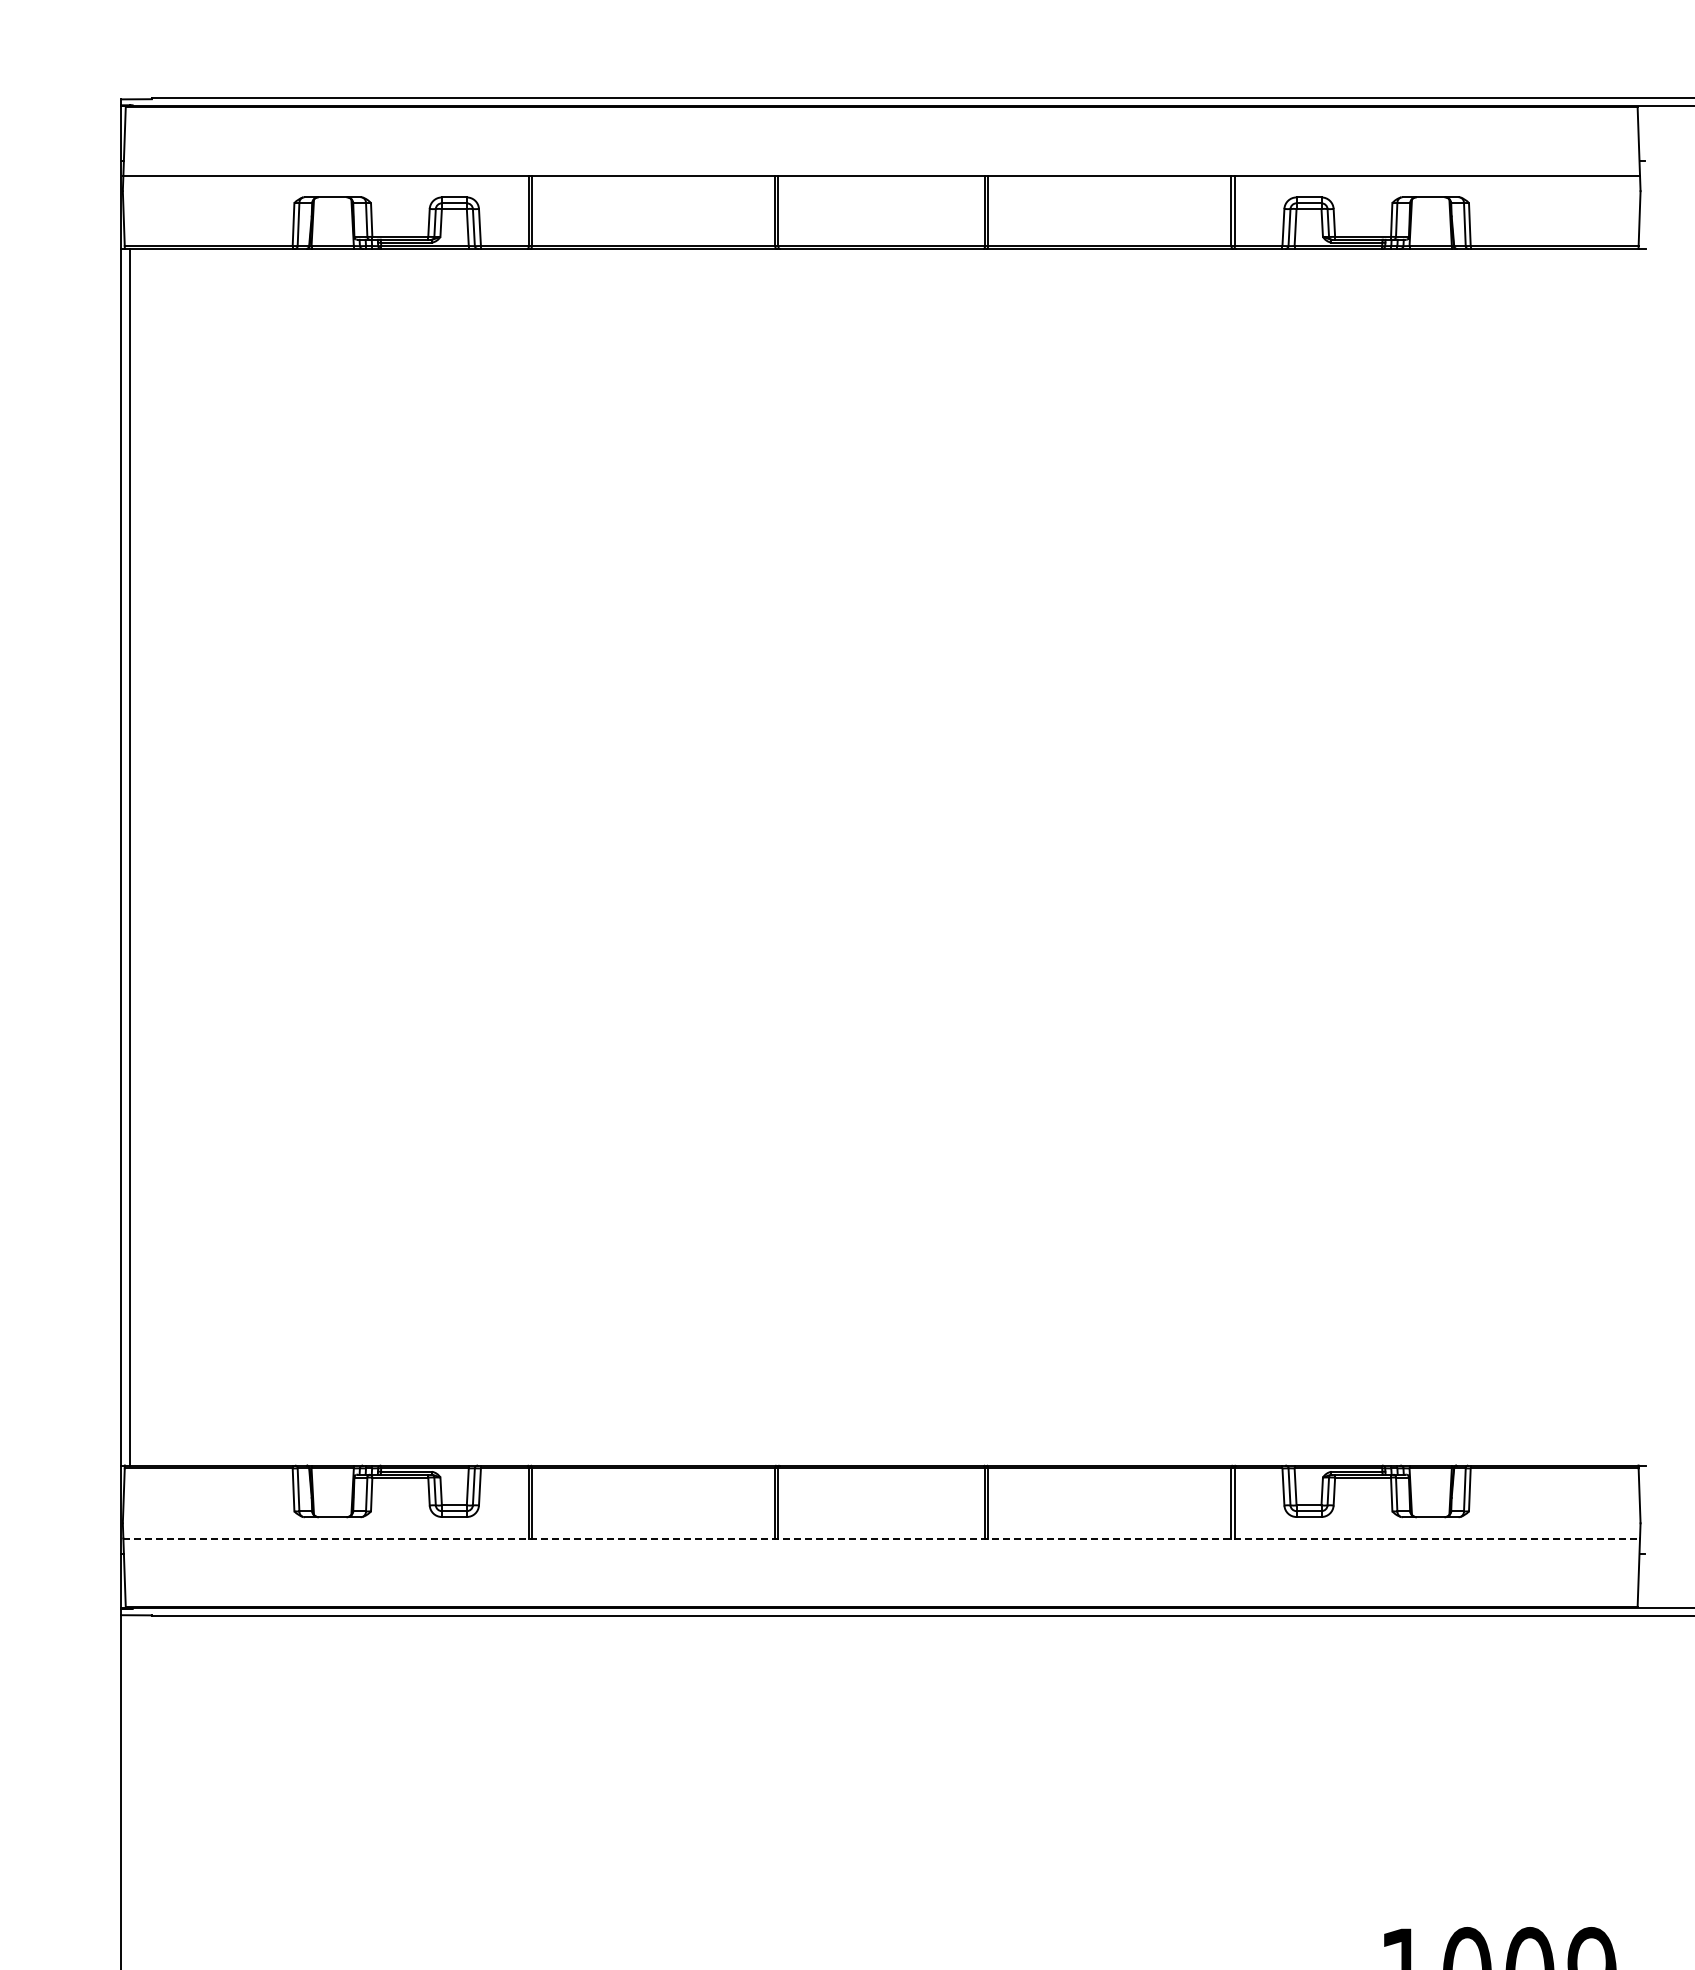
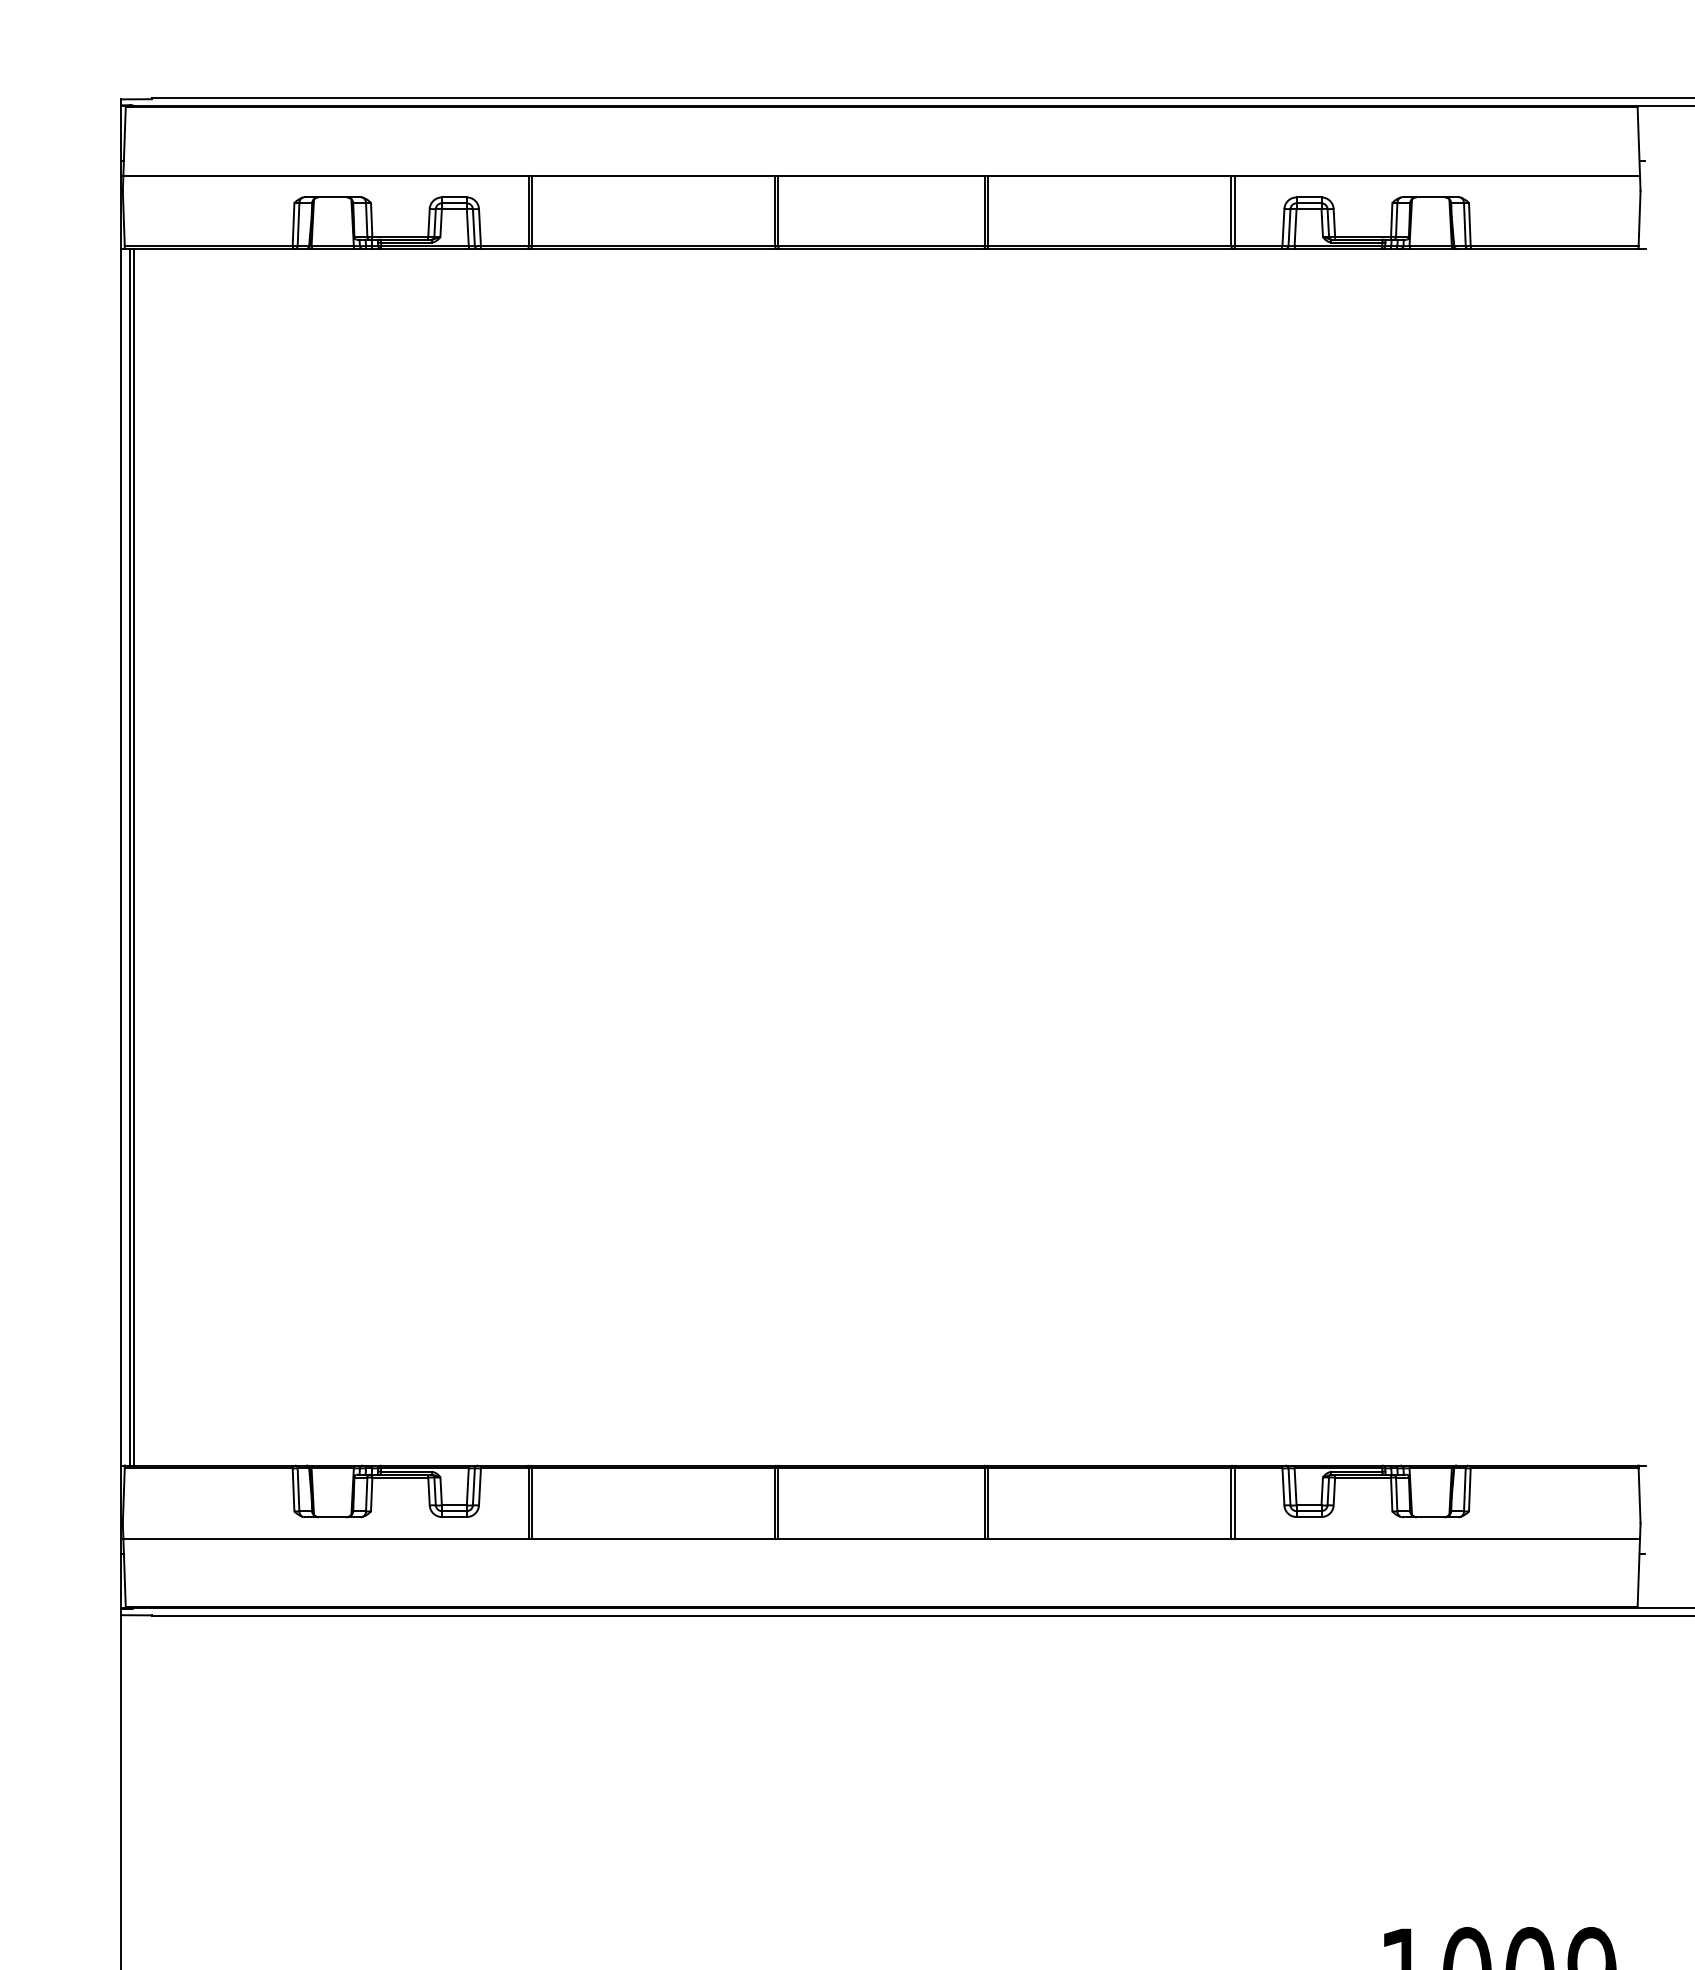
line at (133, 856): none -> present
line at (882, 1538): dashed -> solid
